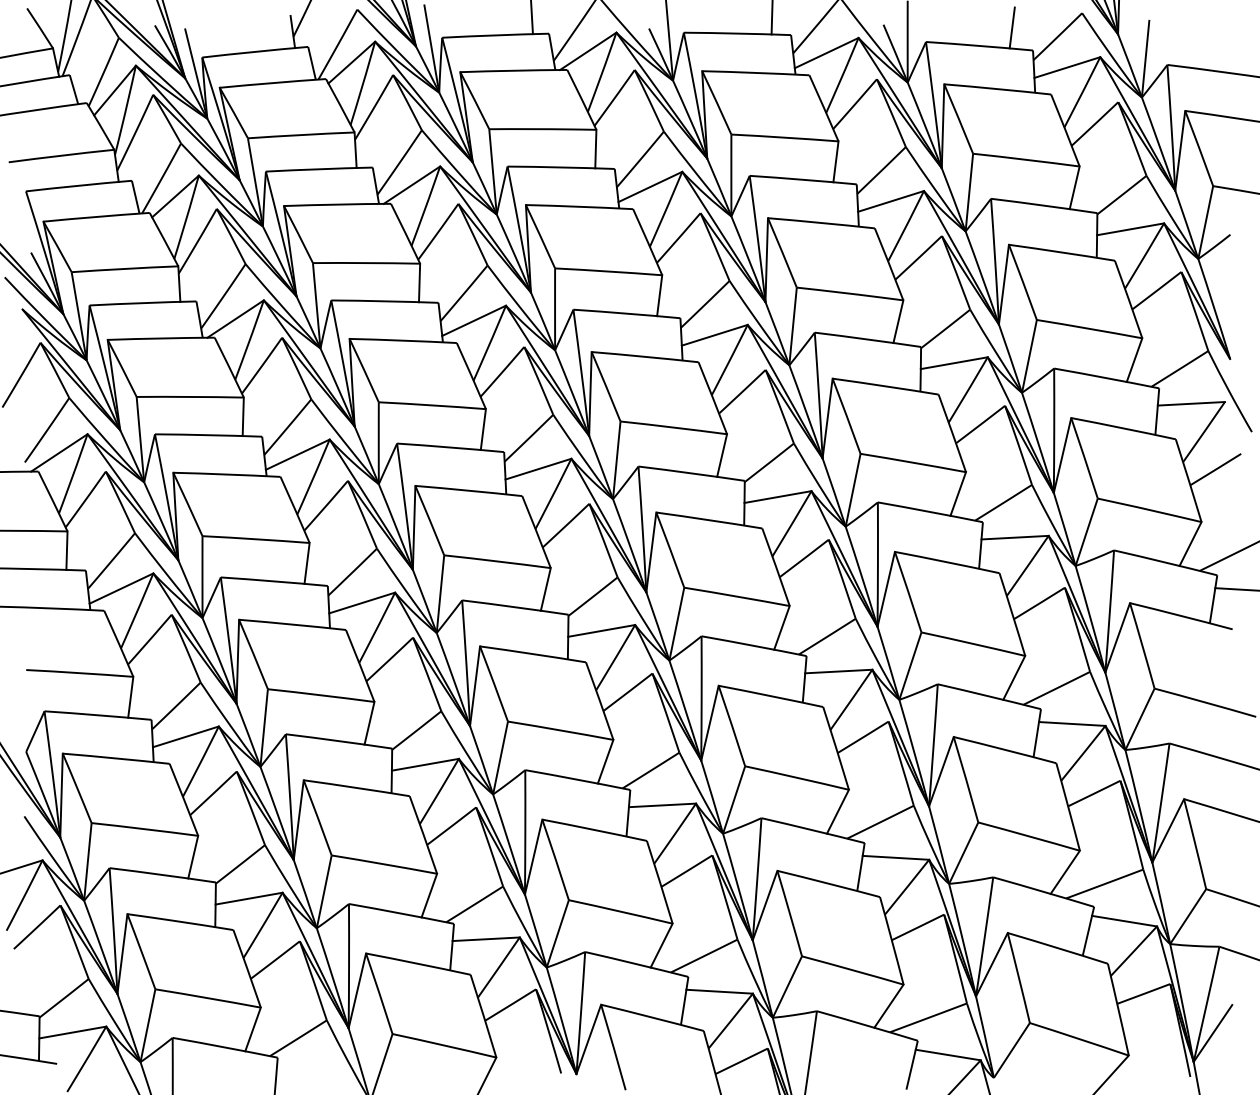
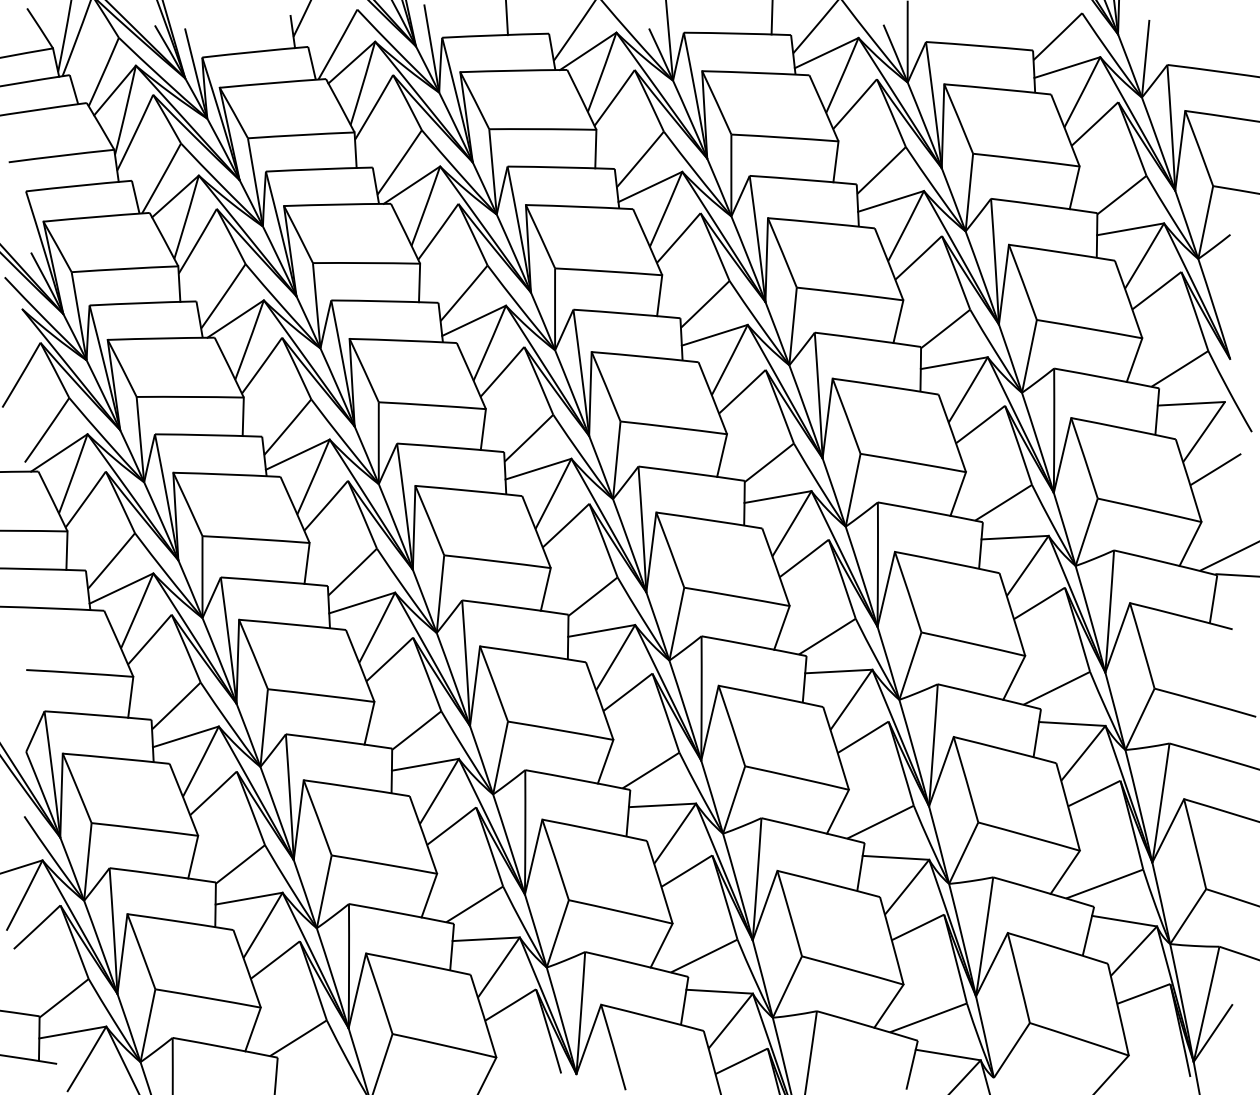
line at (531, 18) position: (531, 18) -> (506, 18)
line at (1011, 27): present -> none
line at (1235, 589) position: (1235, 589) -> (1236, 575)
